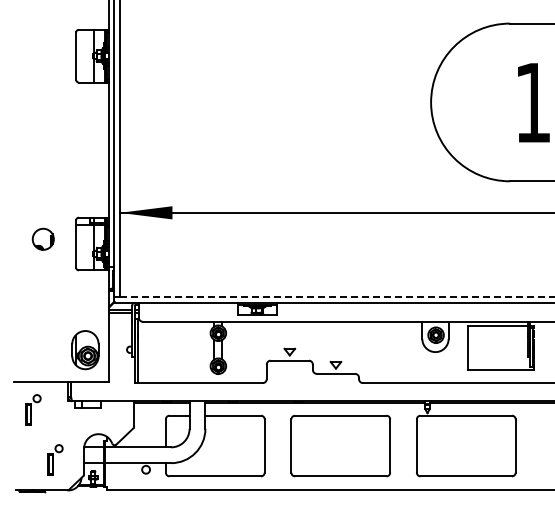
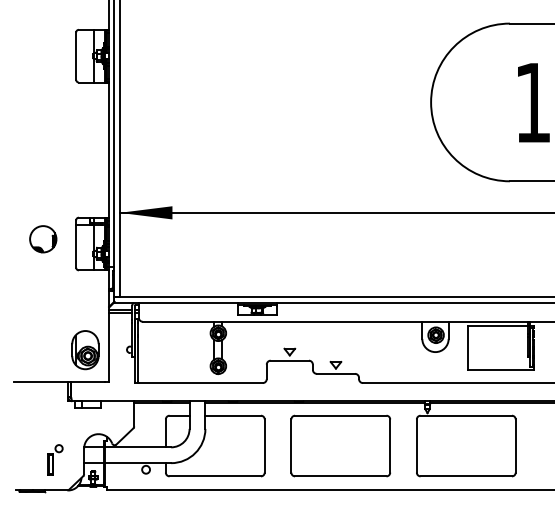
part at (42, 238) size: 24x24 px -> 29x29 px
line at (334, 297): dashed -> solid
part at (33, 409): present -> none
